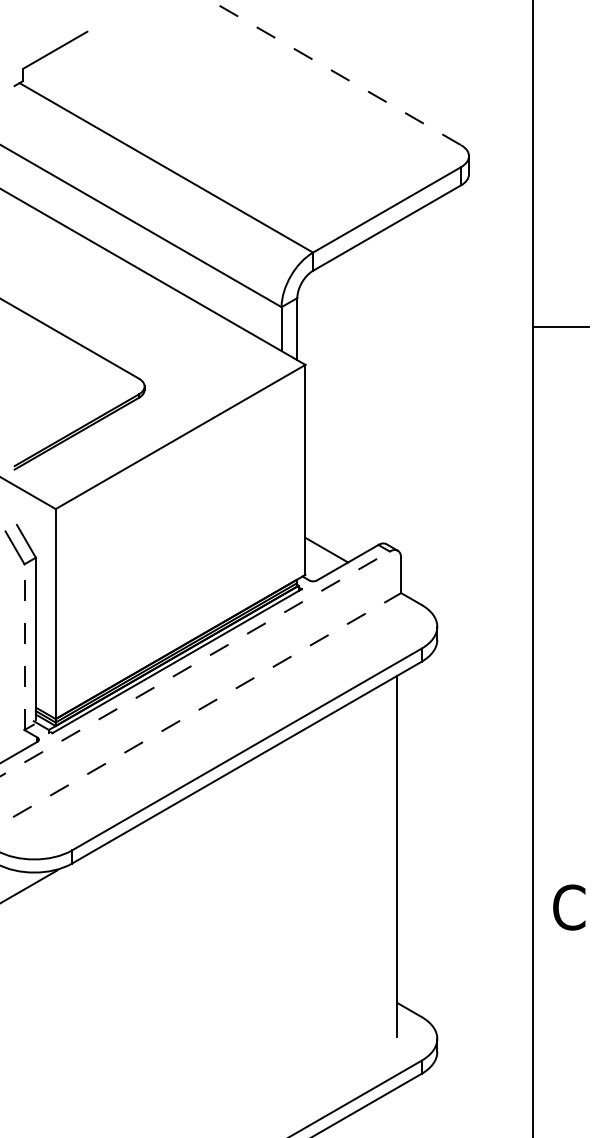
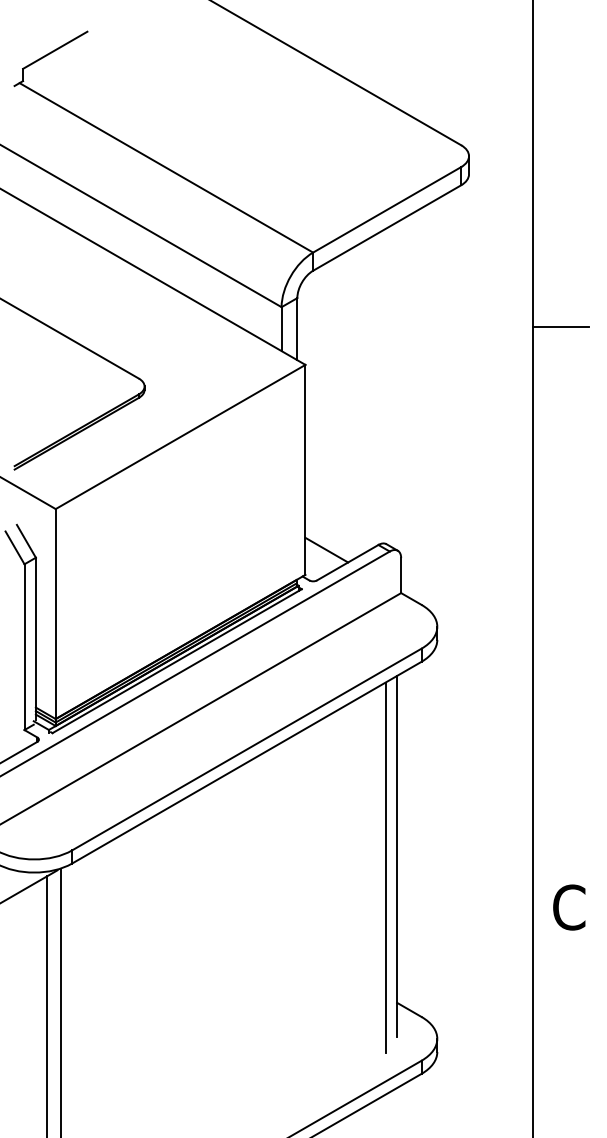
line at (335, 72): dashed -> solid
line at (24, 647): dashed -> solid
line at (195, 663): dashed -> solid
line at (201, 708): dashed -> solid
line at (385, 867): none -> present
line at (60, 1001): none -> present
line at (46, 1005): none -> present
